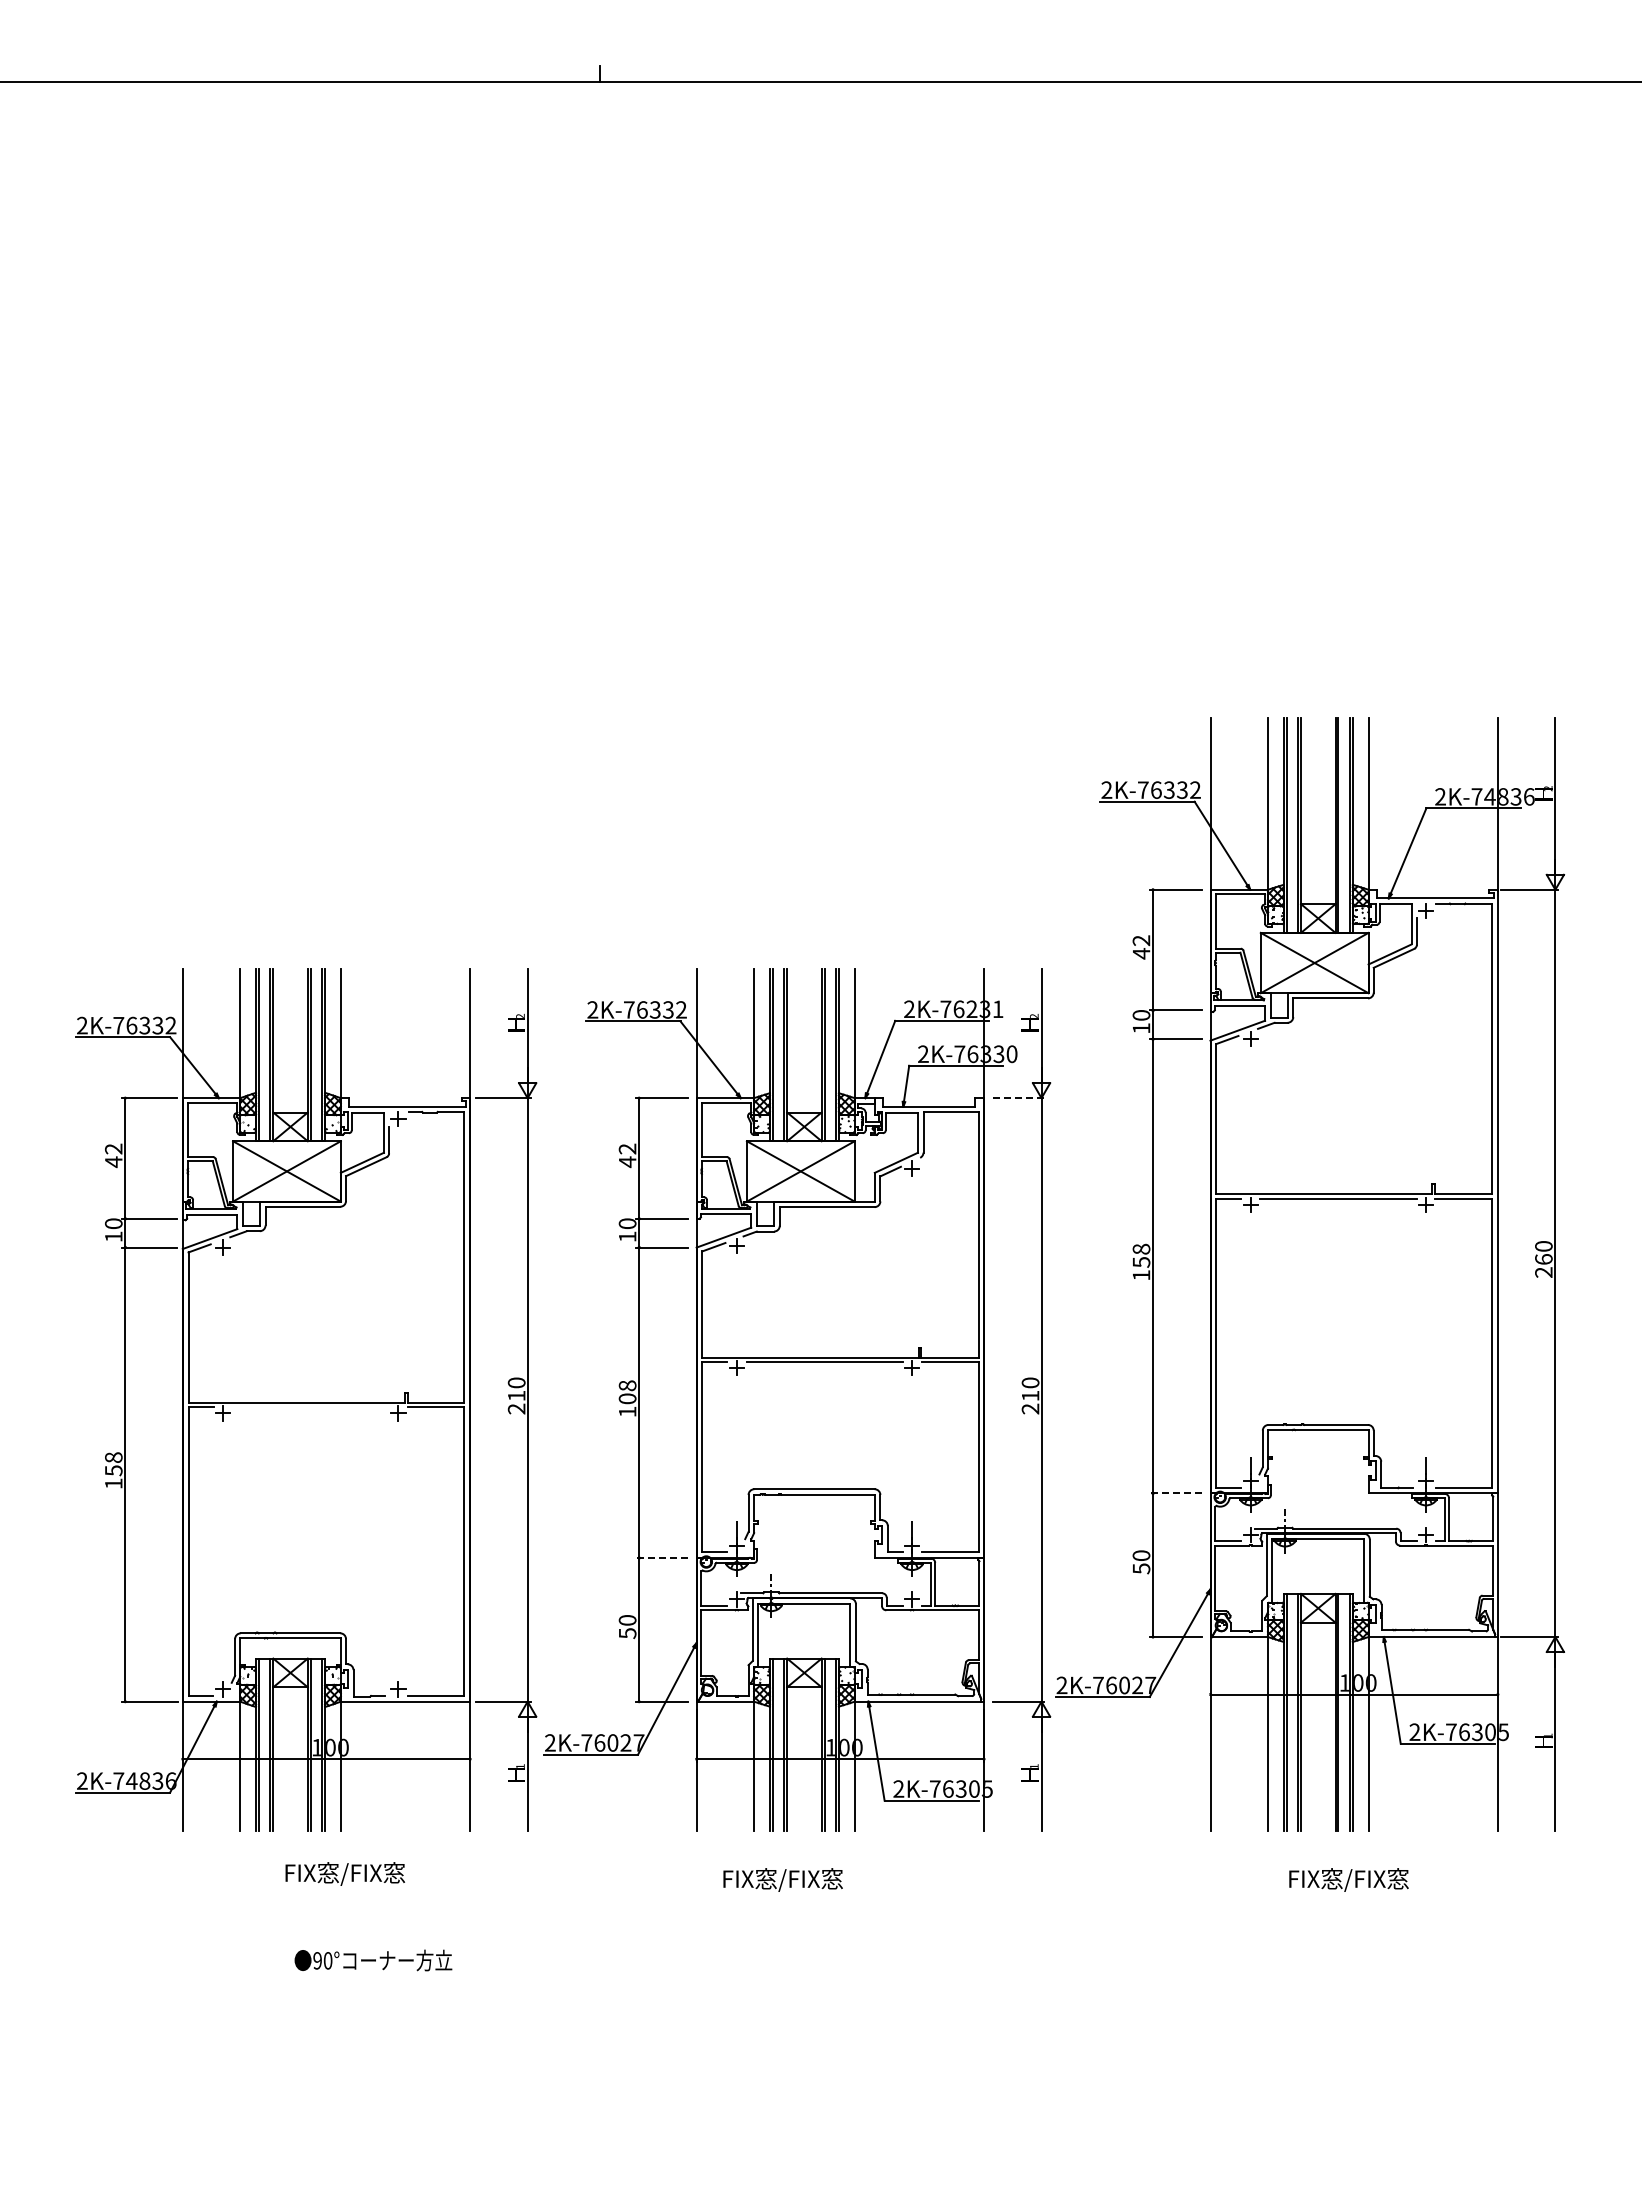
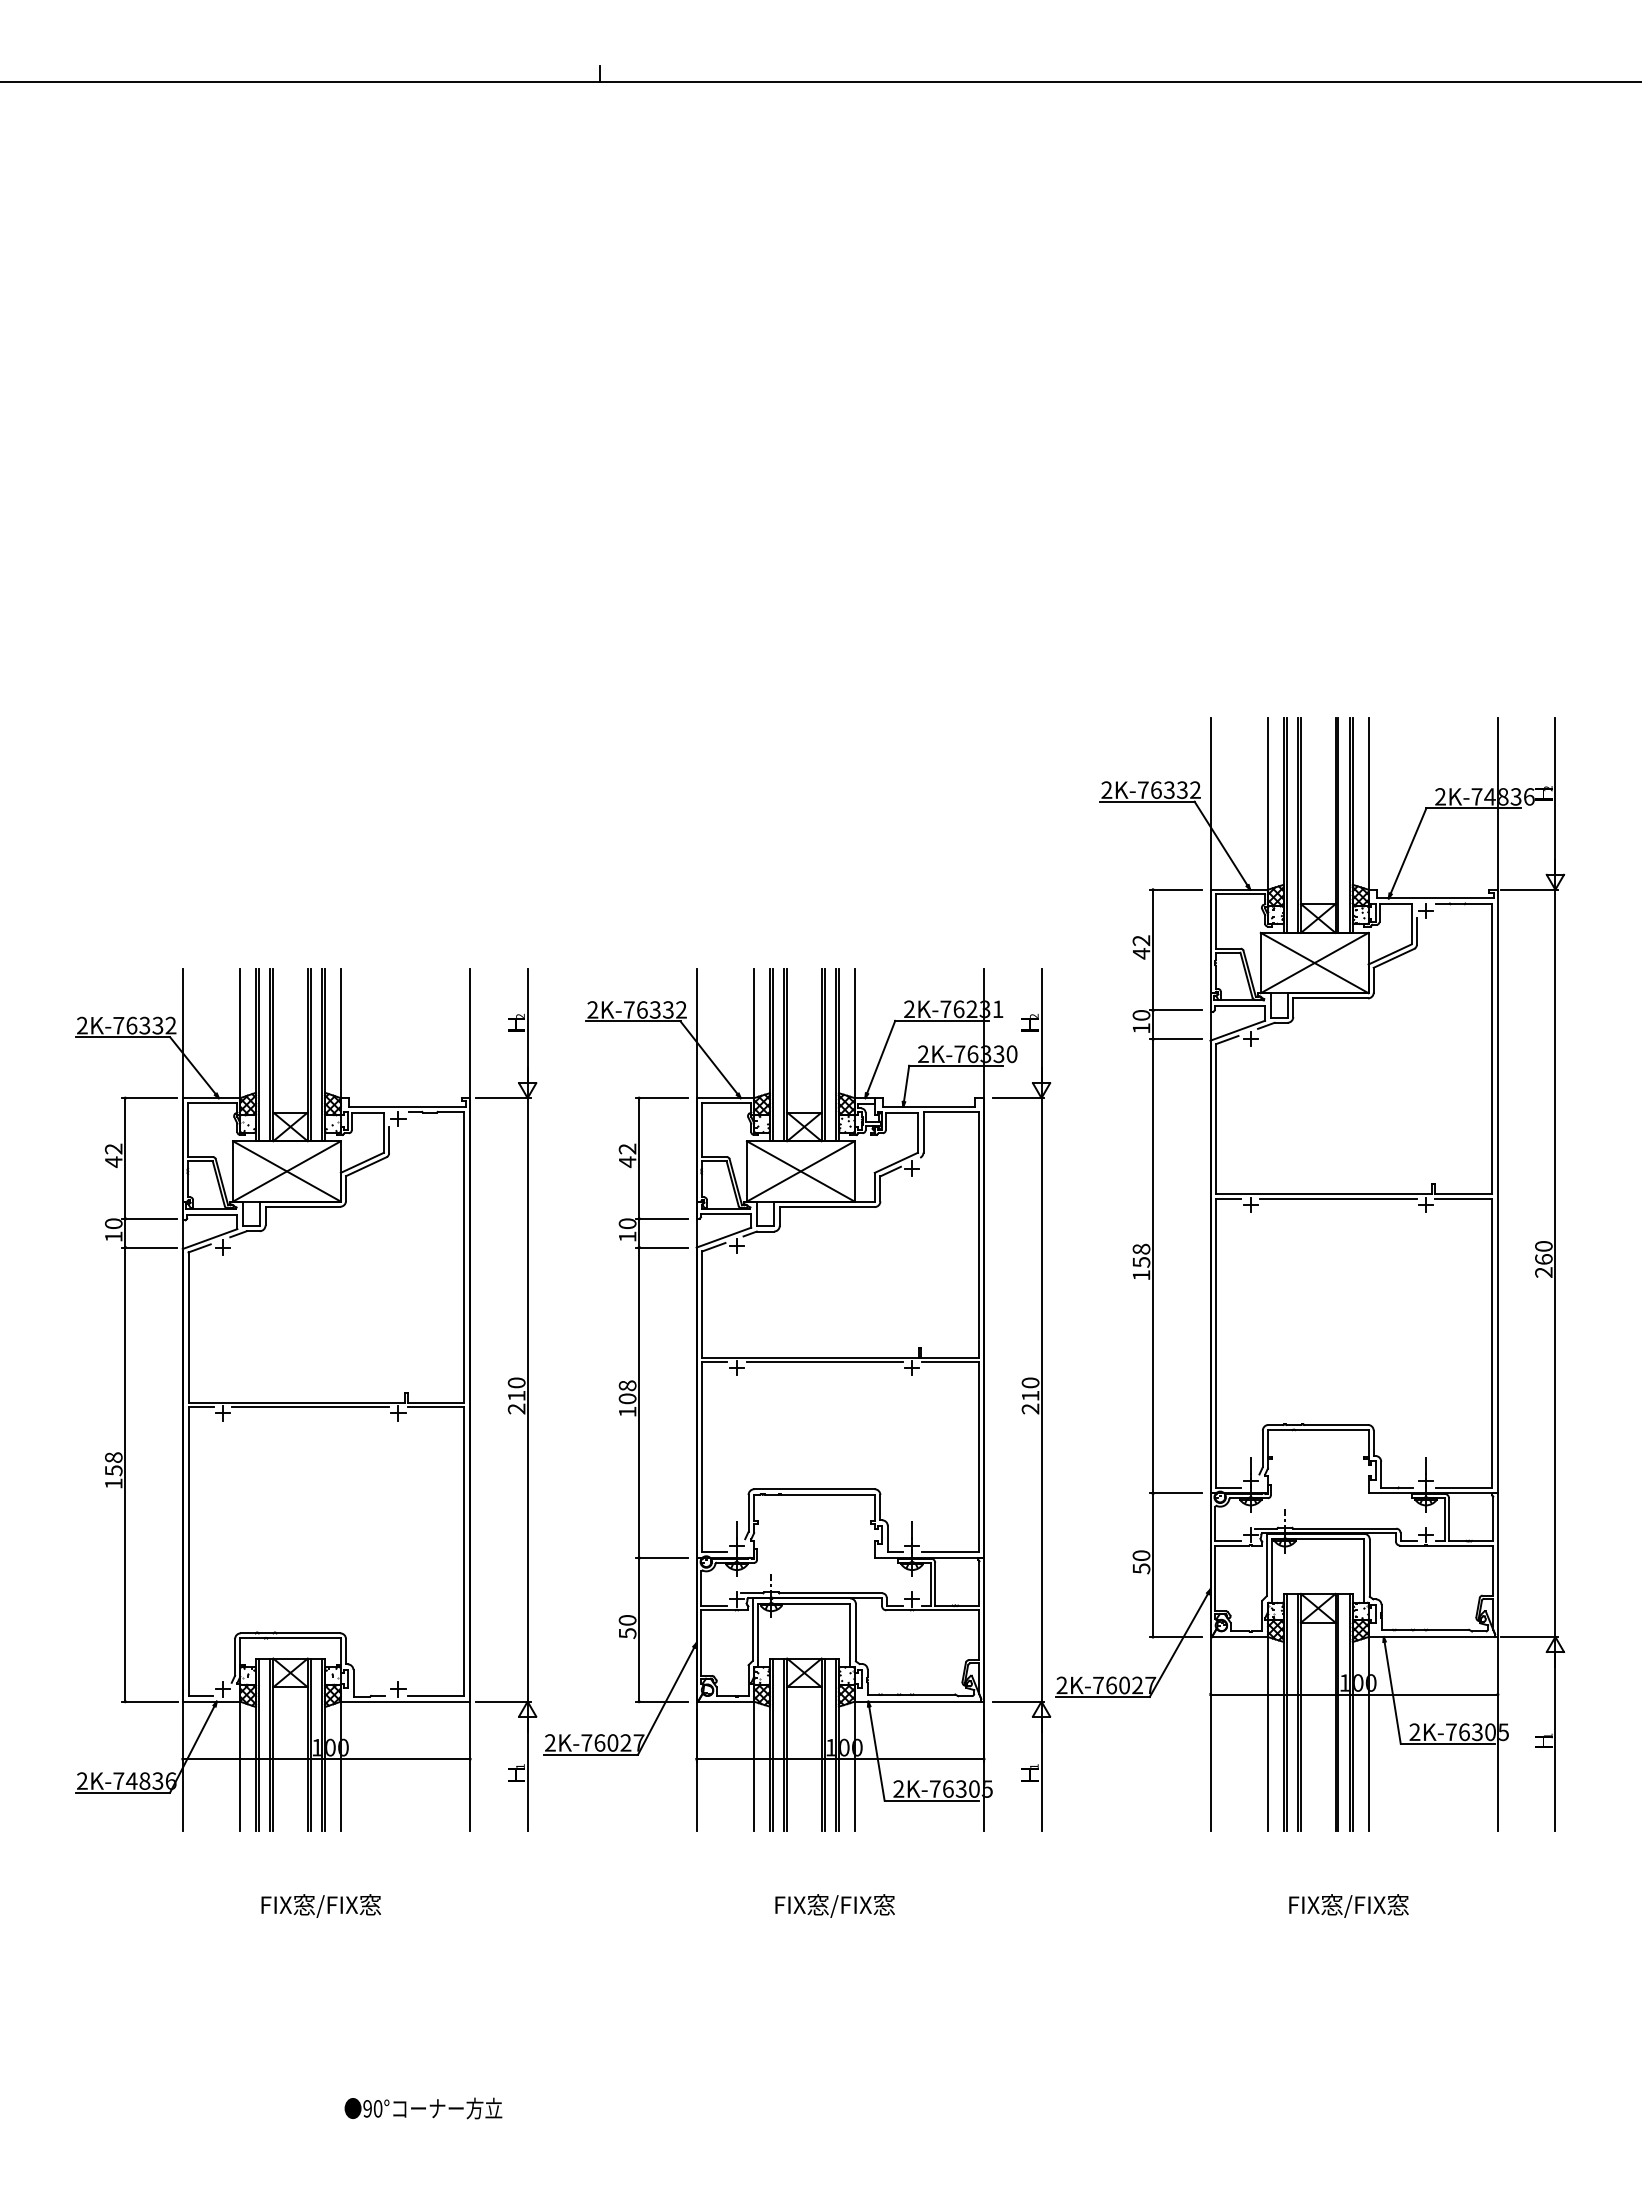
line at (1018, 1098): dashed -> solid
line at (310, 1407): none -> present
line at (1176, 1493): dashed -> solid
line at (662, 1558): dashed -> solid
text at (344, 1873) position: (344, 1873) -> (320, 1905)
text at (782, 1879) position: (782, 1879) -> (834, 1905)
text at (1348, 1879) position: (1348, 1879) -> (1348, 1905)
text at (373, 1960) position: (373, 1960) -> (423, 2108)
